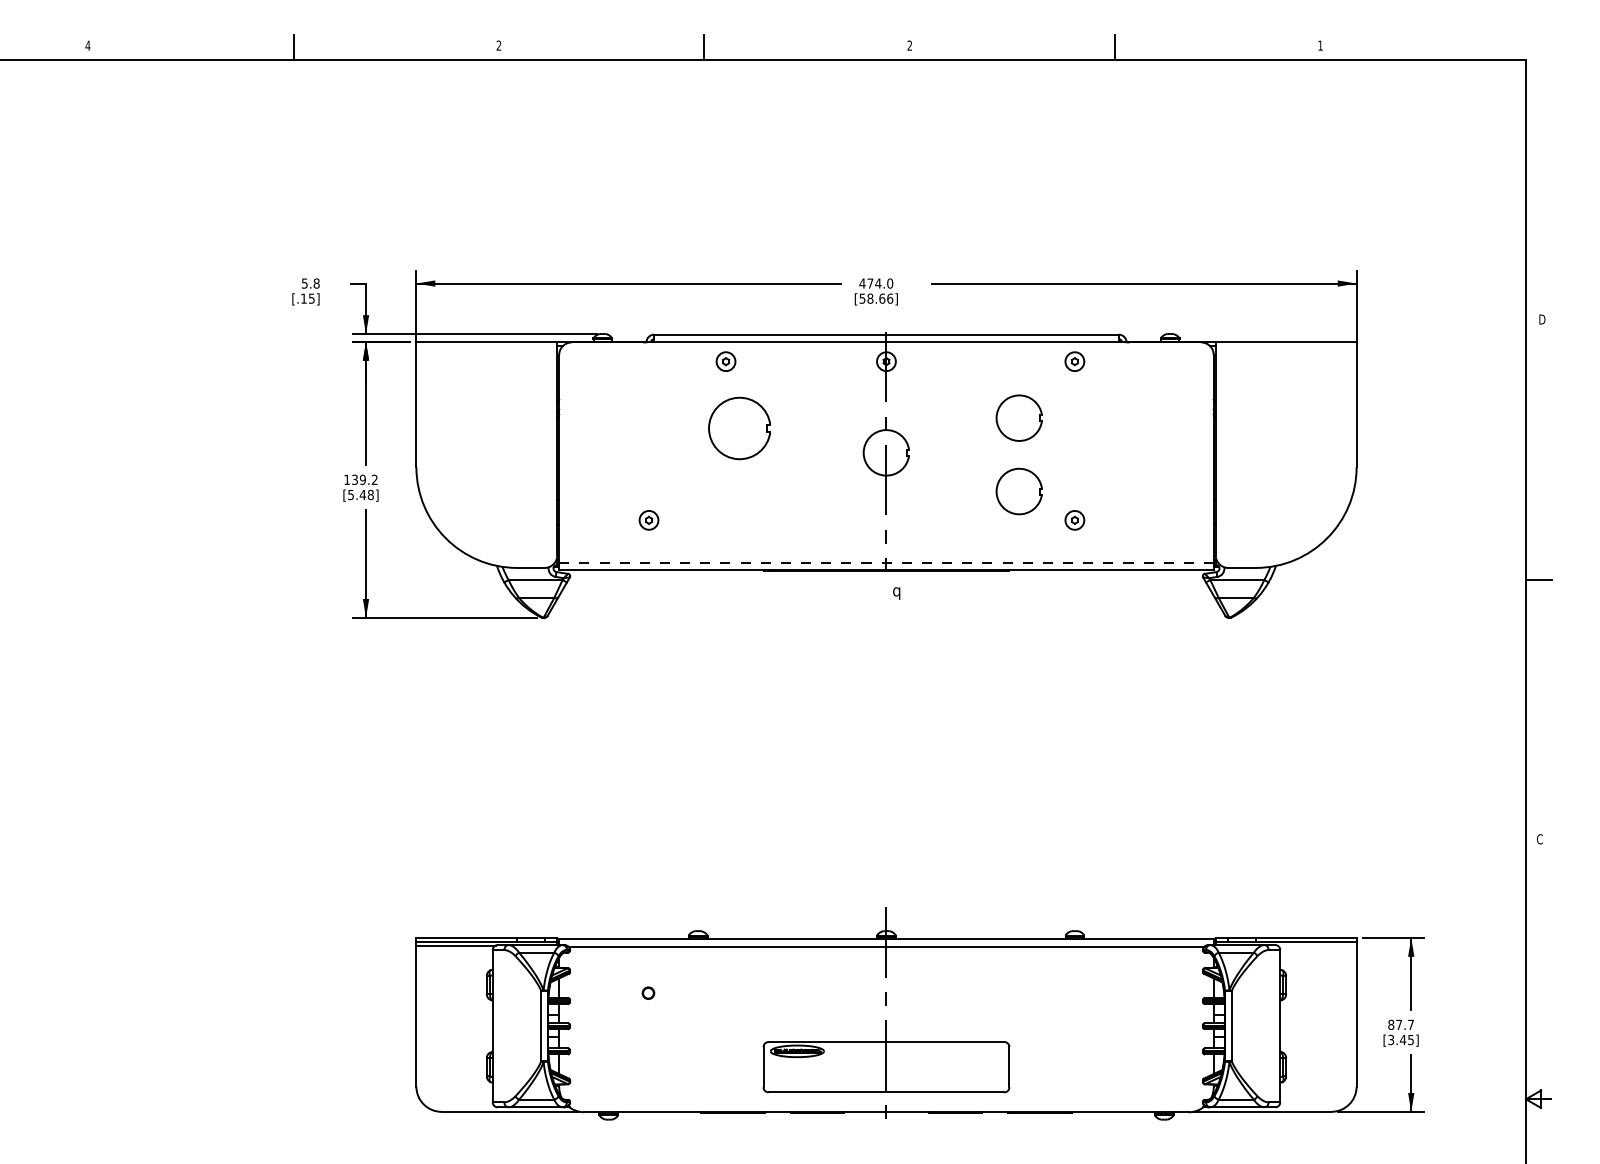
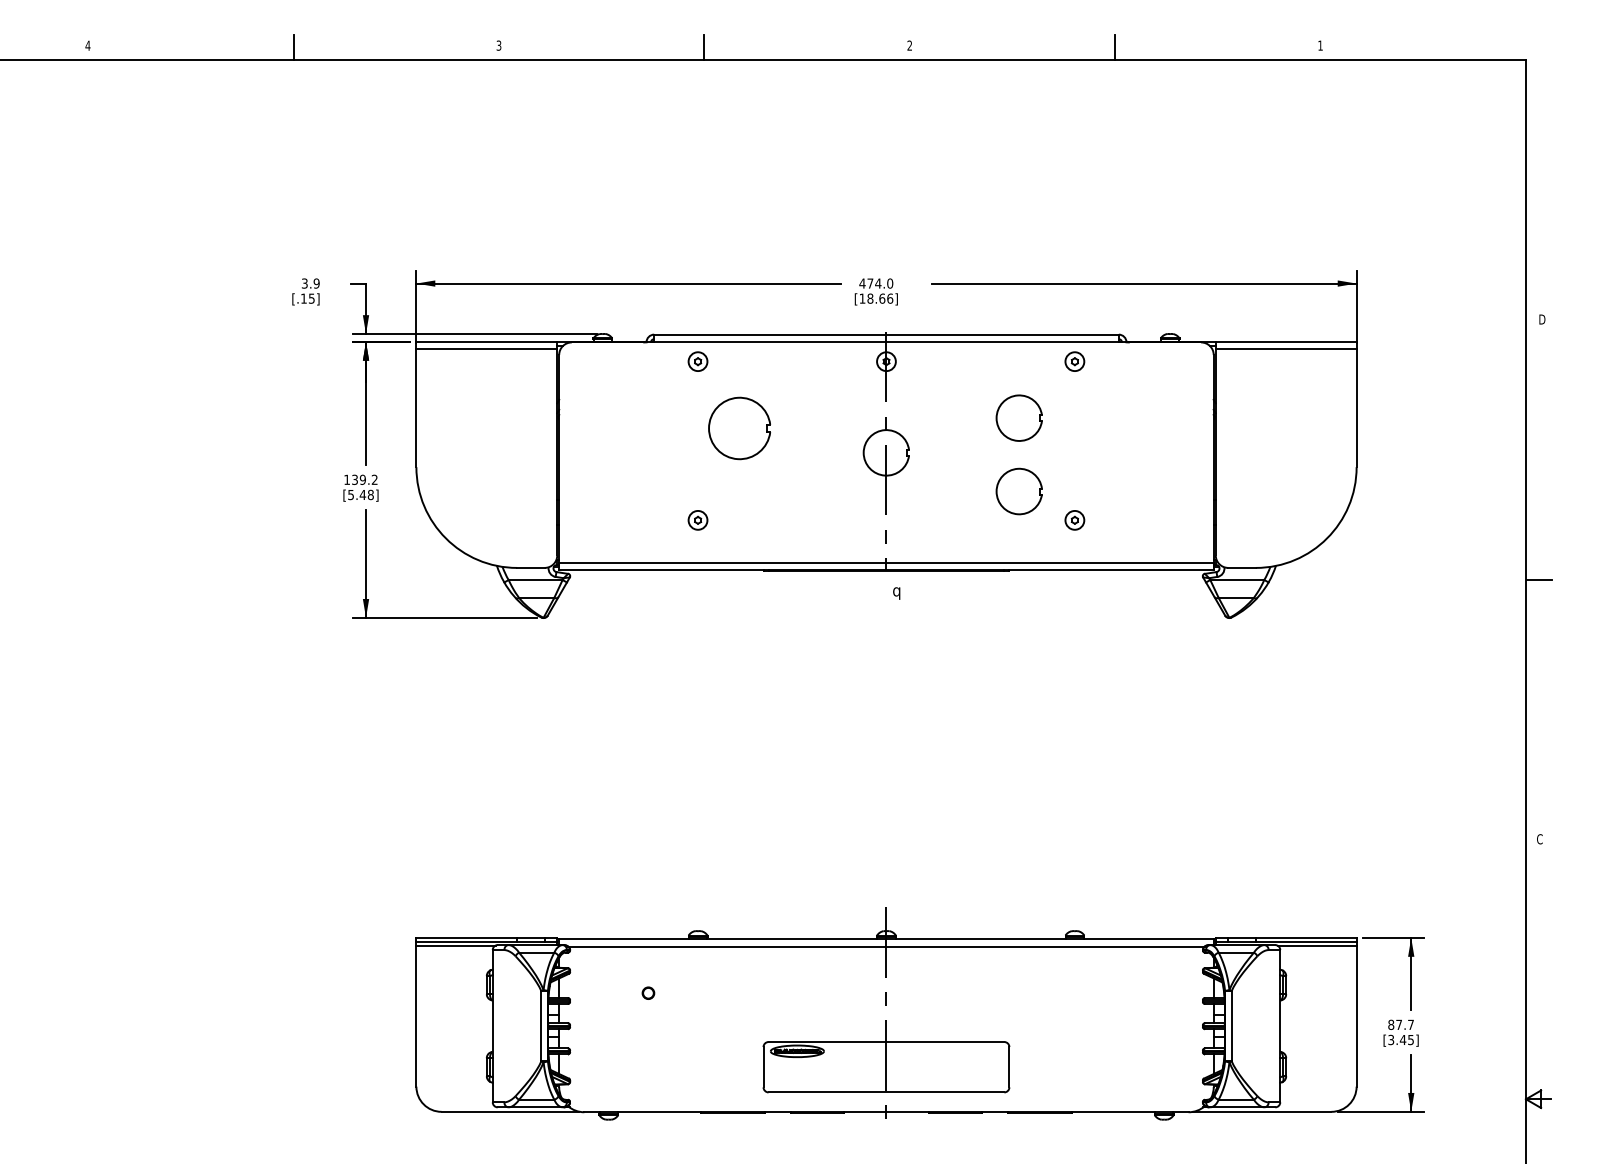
text at (498, 45): 2 -> 3
text at (310, 283): 5.8 -> 3.9
text at (862, 298): [58.66] -> [18.66]
line at (486, 349): none -> present
line at (1285, 349): none -> present
part at (725, 361) position: (725, 361) -> (697, 361)
part at (648, 520) position: (648, 520) -> (697, 520)
line at (886, 562): dashed -> solid
line at (1316, 945): none -> present
